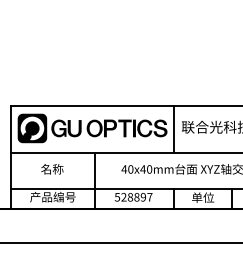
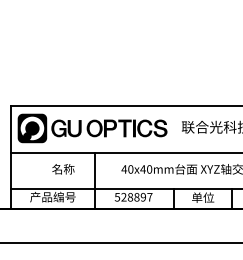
line at (173, 128): present -> none
text at (52, 169) position: (52, 169) -> (63, 169)
